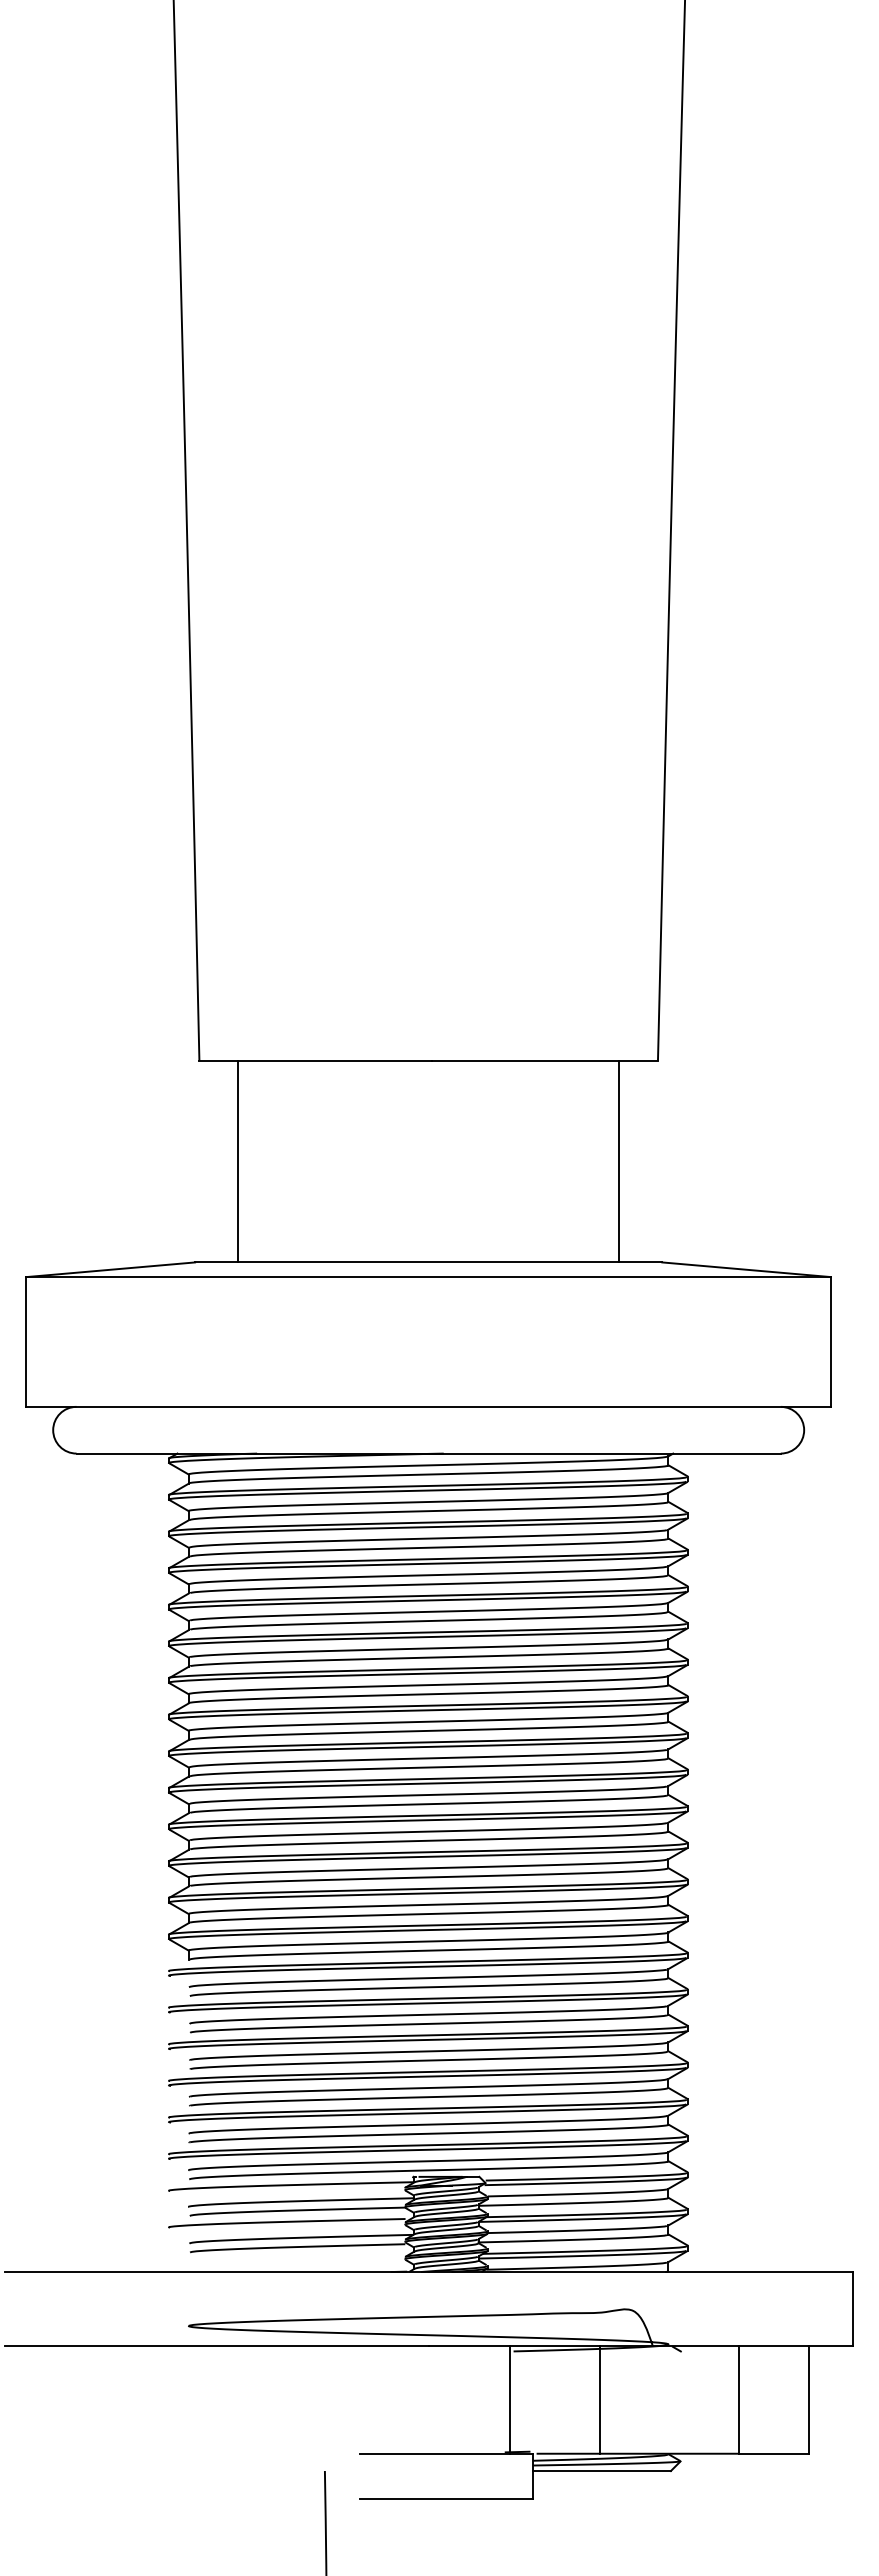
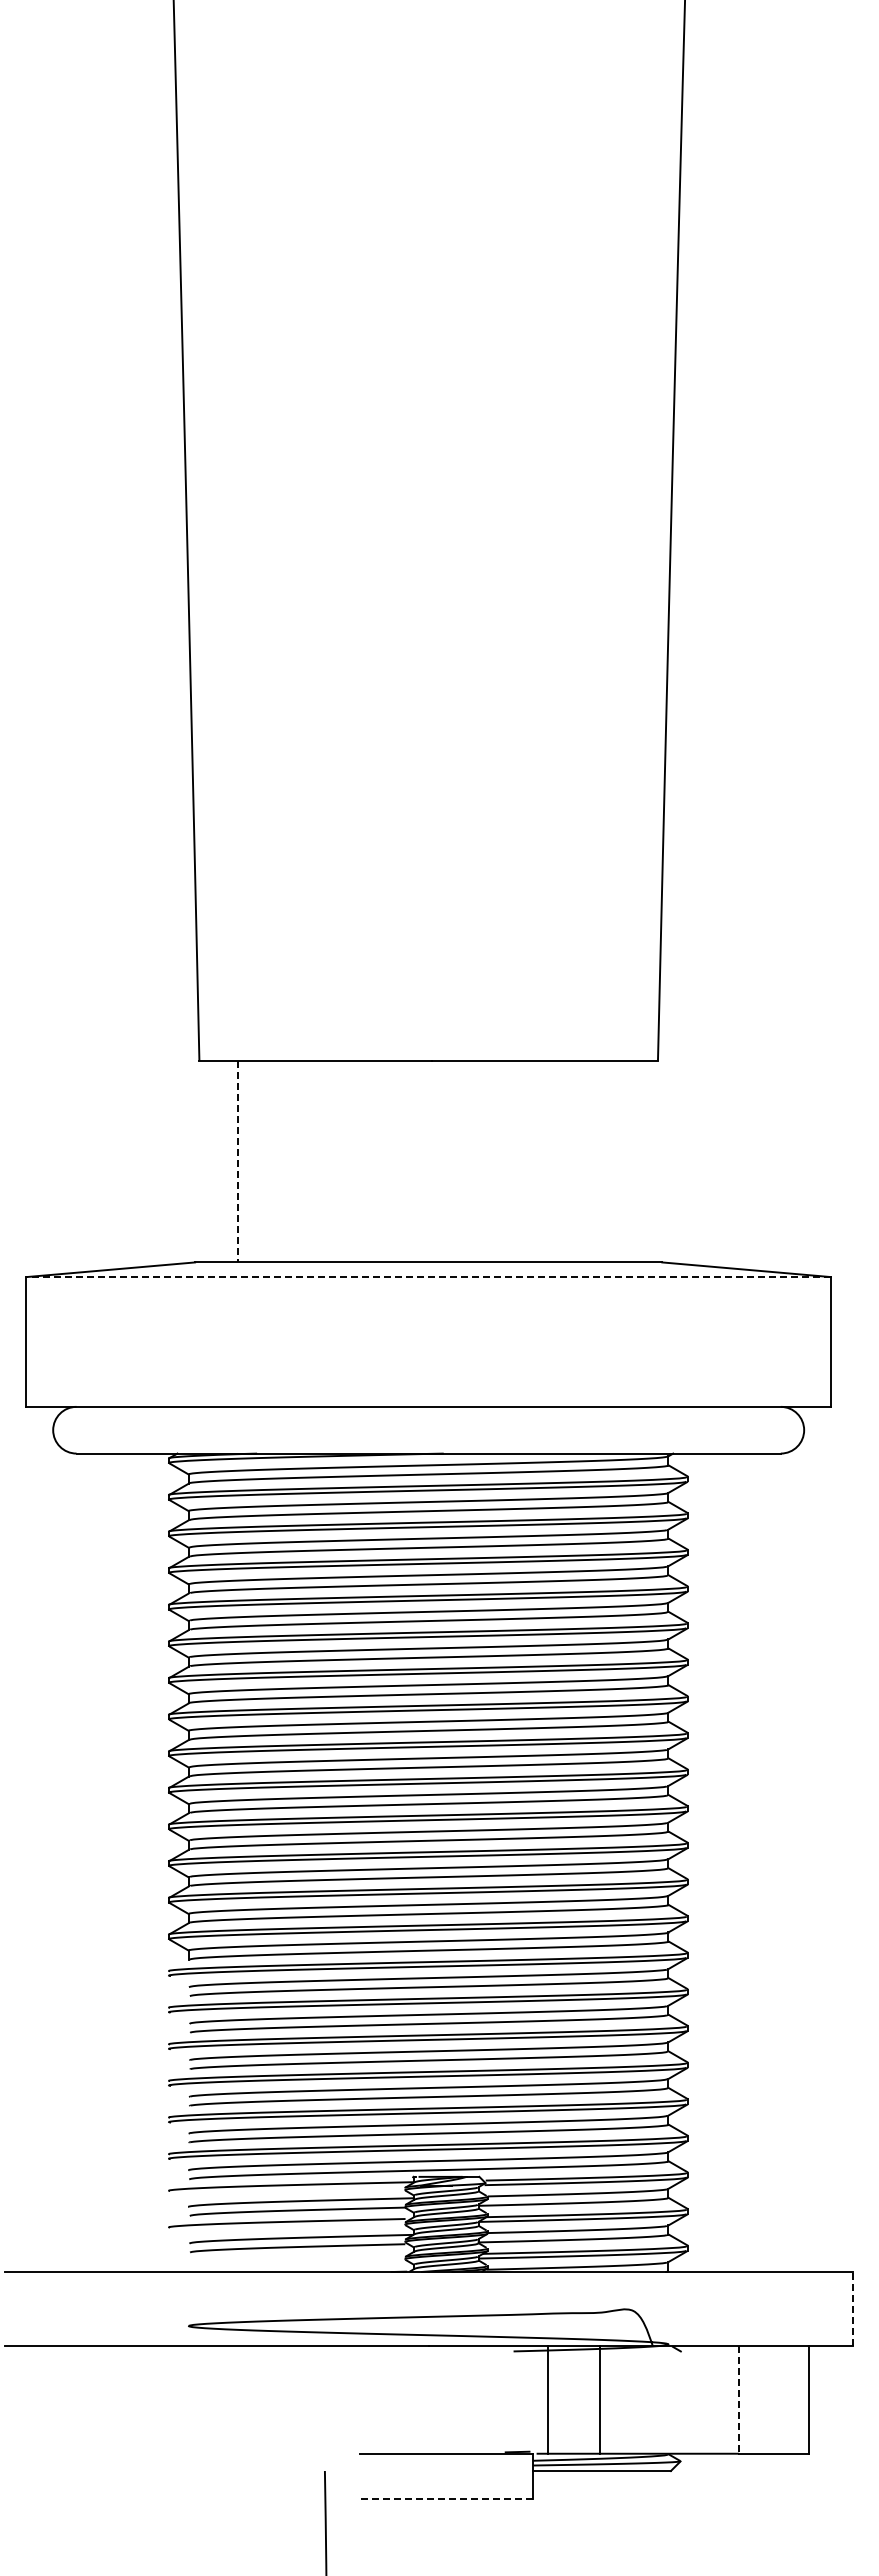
line at (238, 1161): solid -> dashed
line at (619, 1161): present -> none
line at (428, 1277): solid -> dashed
line at (852, 2308): solid -> dashed
line at (510, 2399) position: (510, 2399) -> (548, 2399)
line at (739, 2400): solid -> dashed
line at (446, 2498): solid -> dashed
